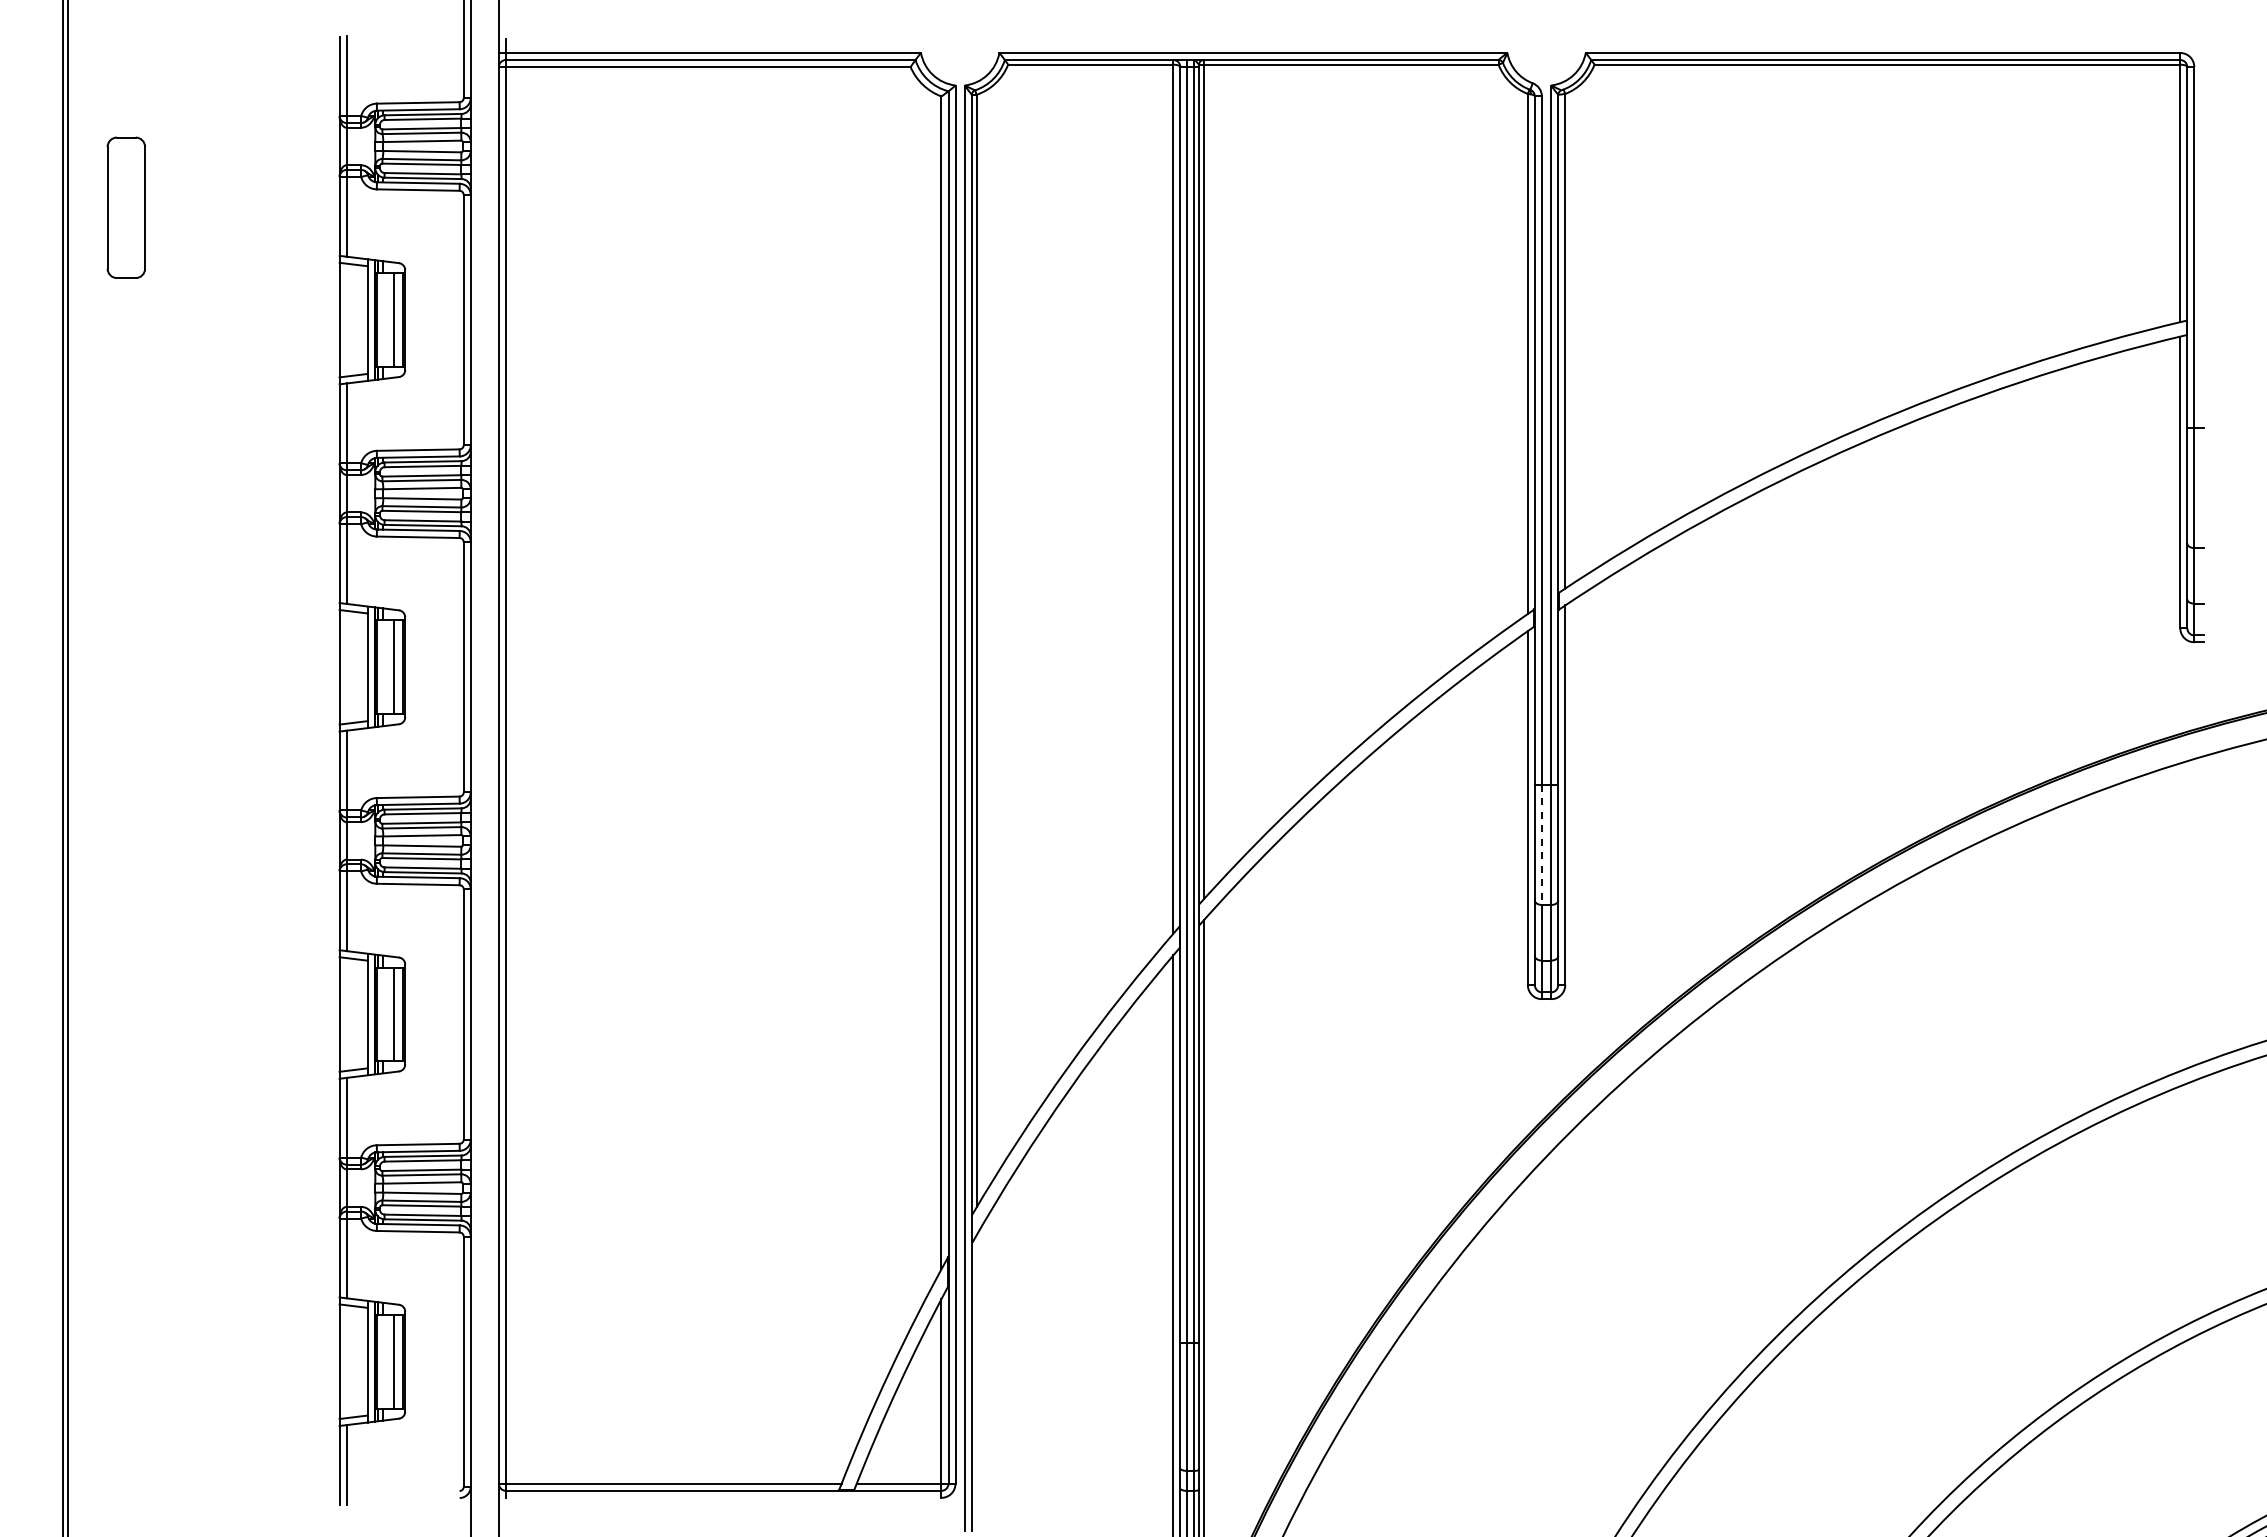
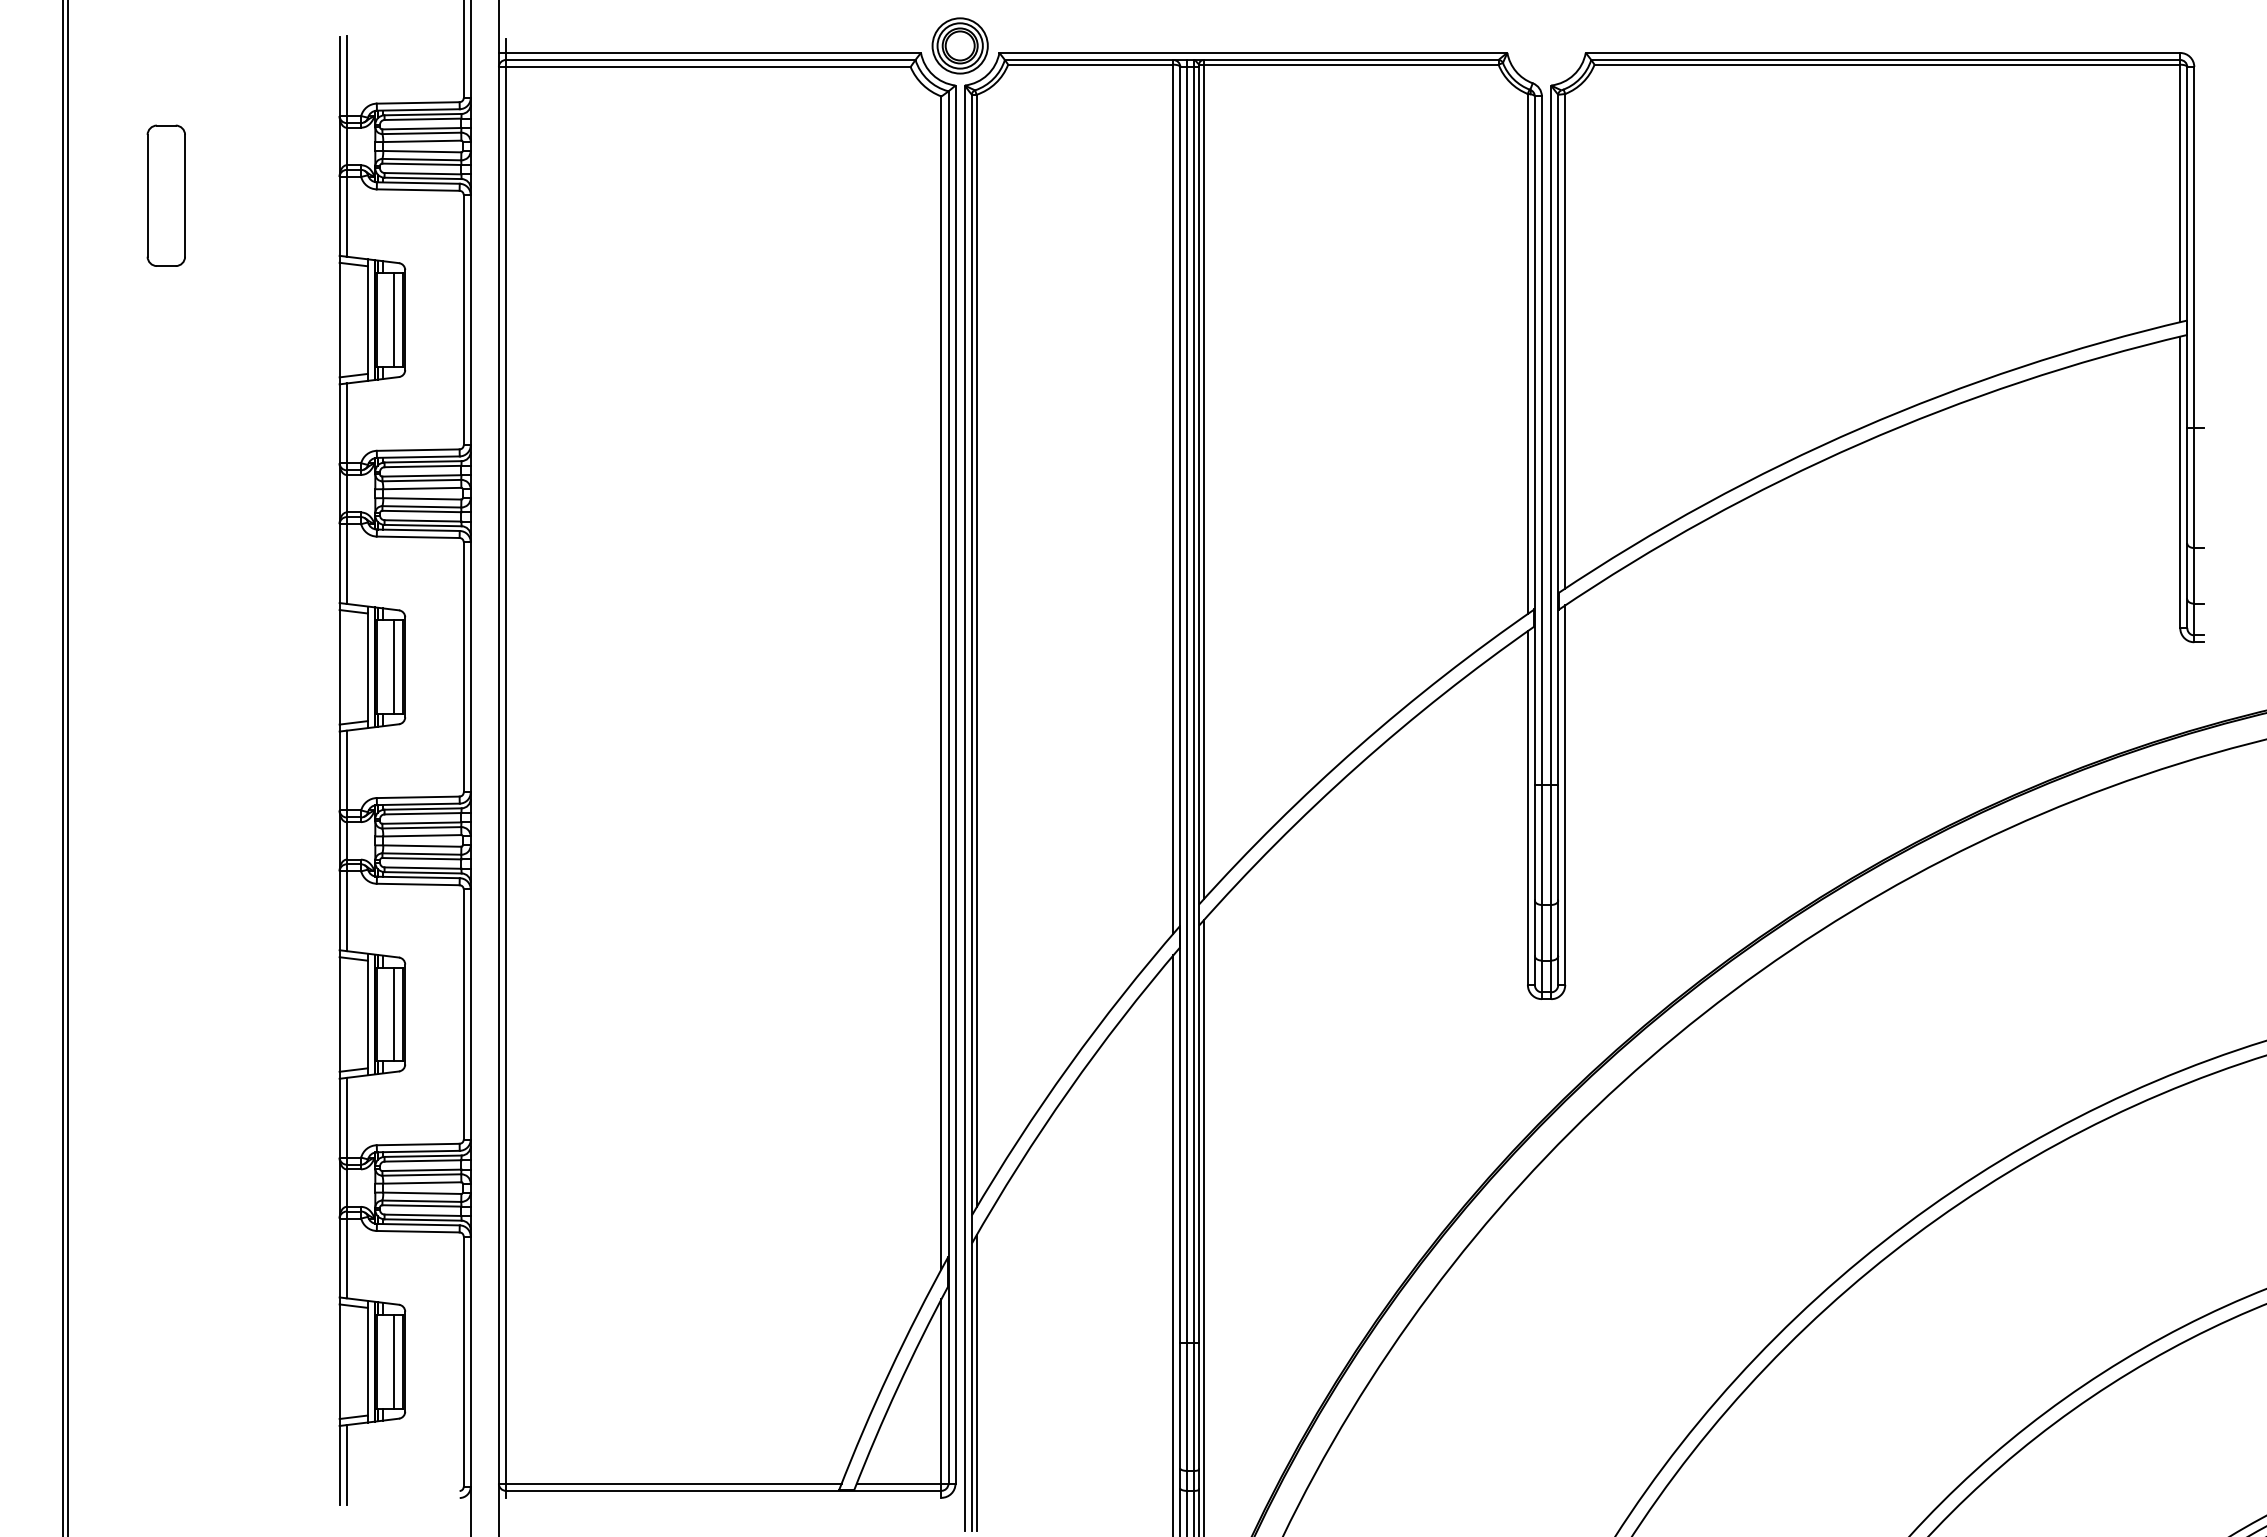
part at (959, 45): none -> present
part at (125, 207) position: (125, 207) -> (165, 195)
line at (1541, 845): dashed -> solid
line at (976, 1382): none -> present
